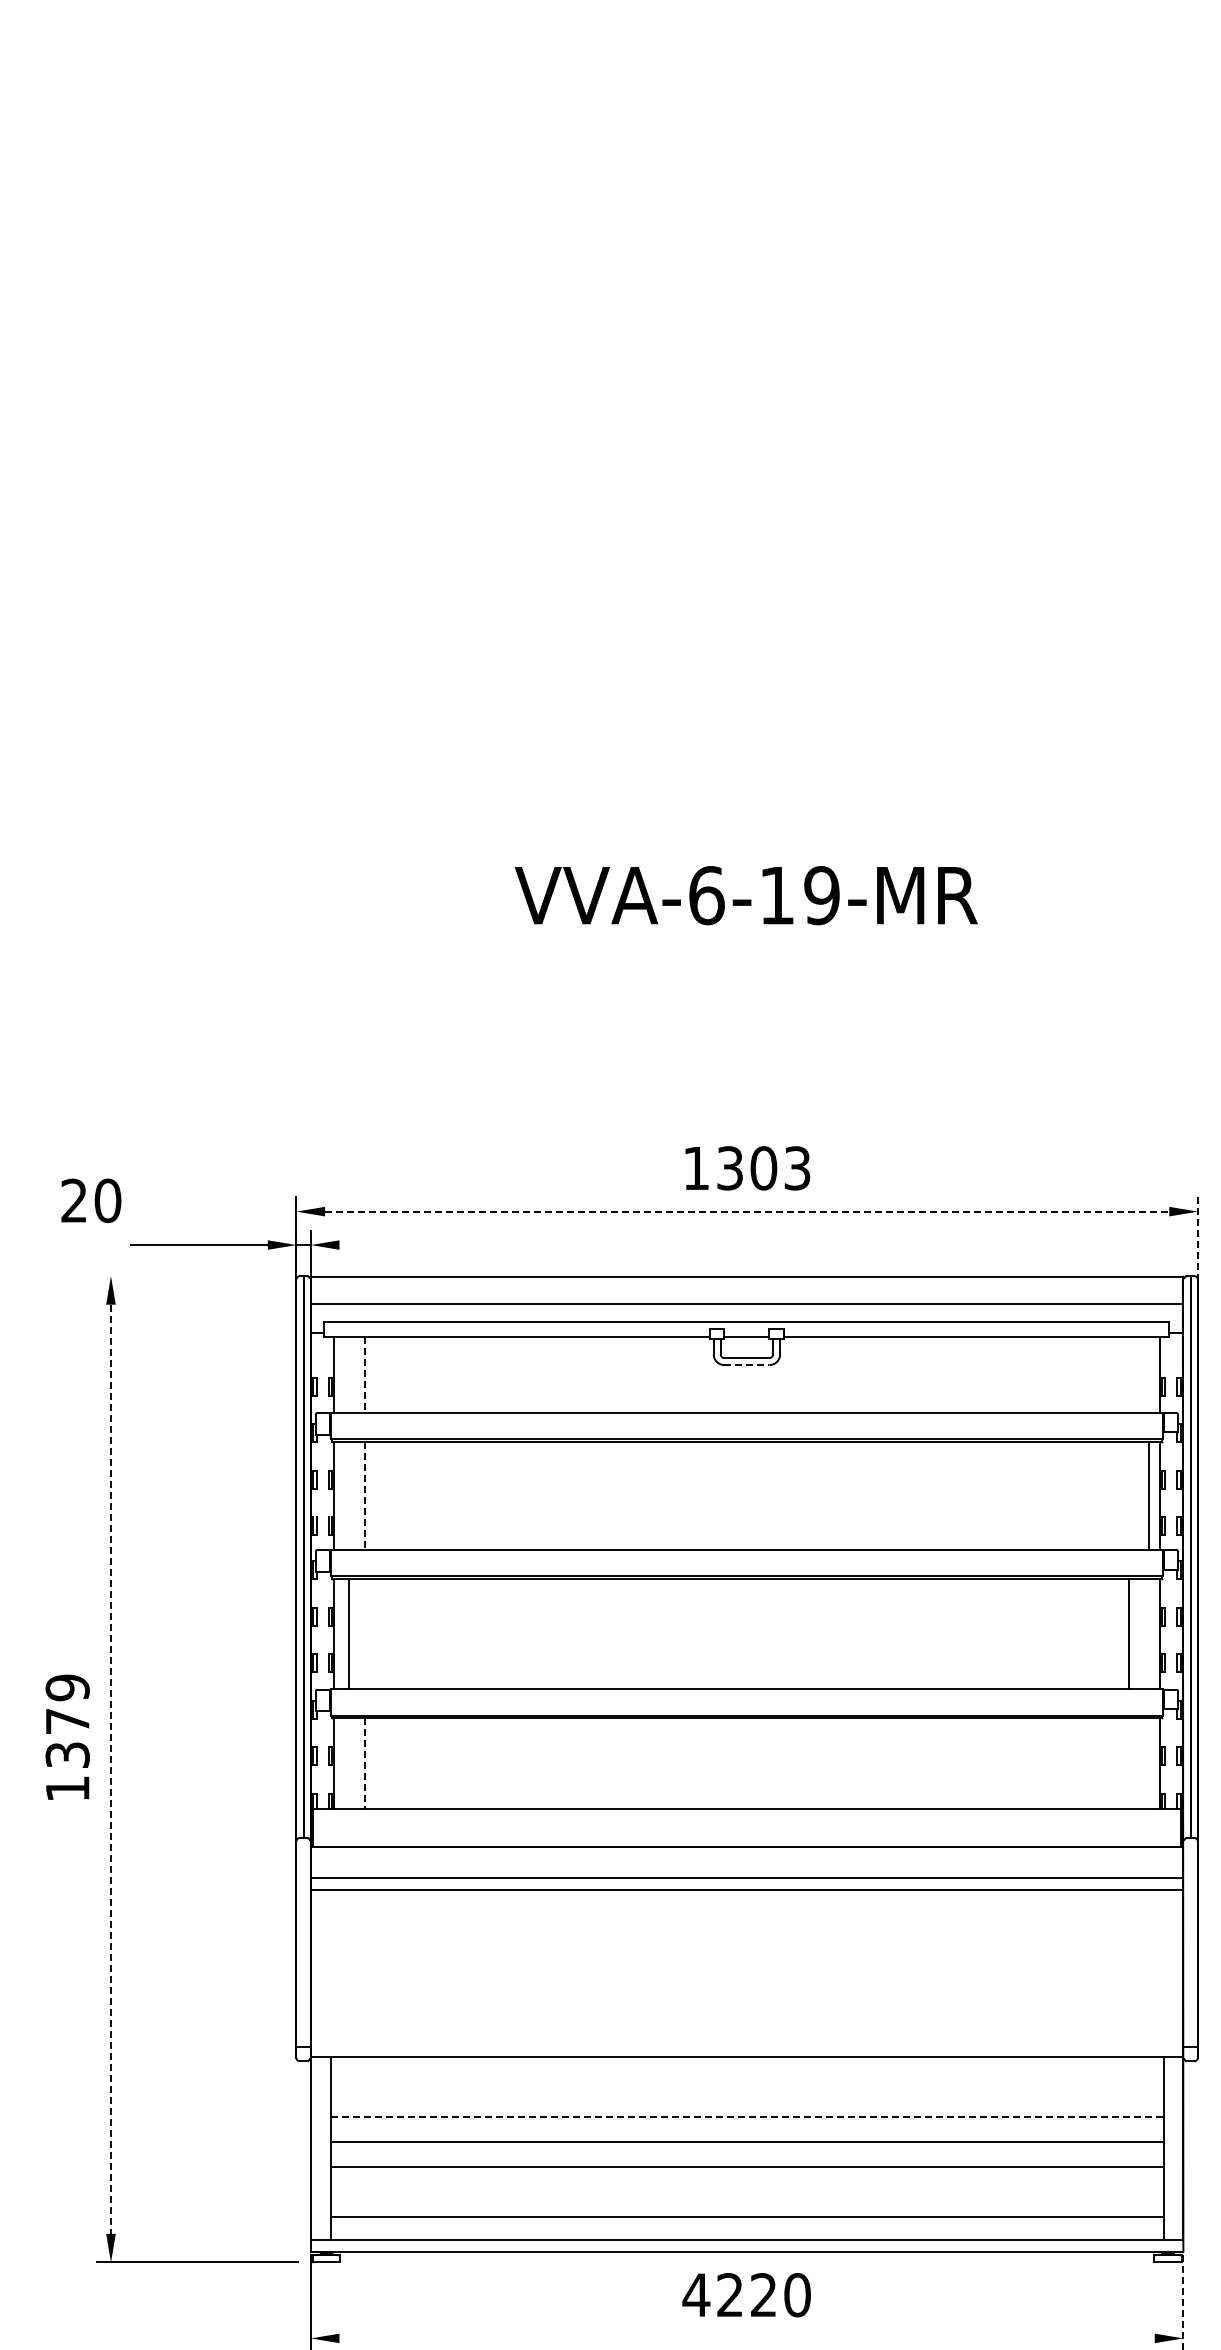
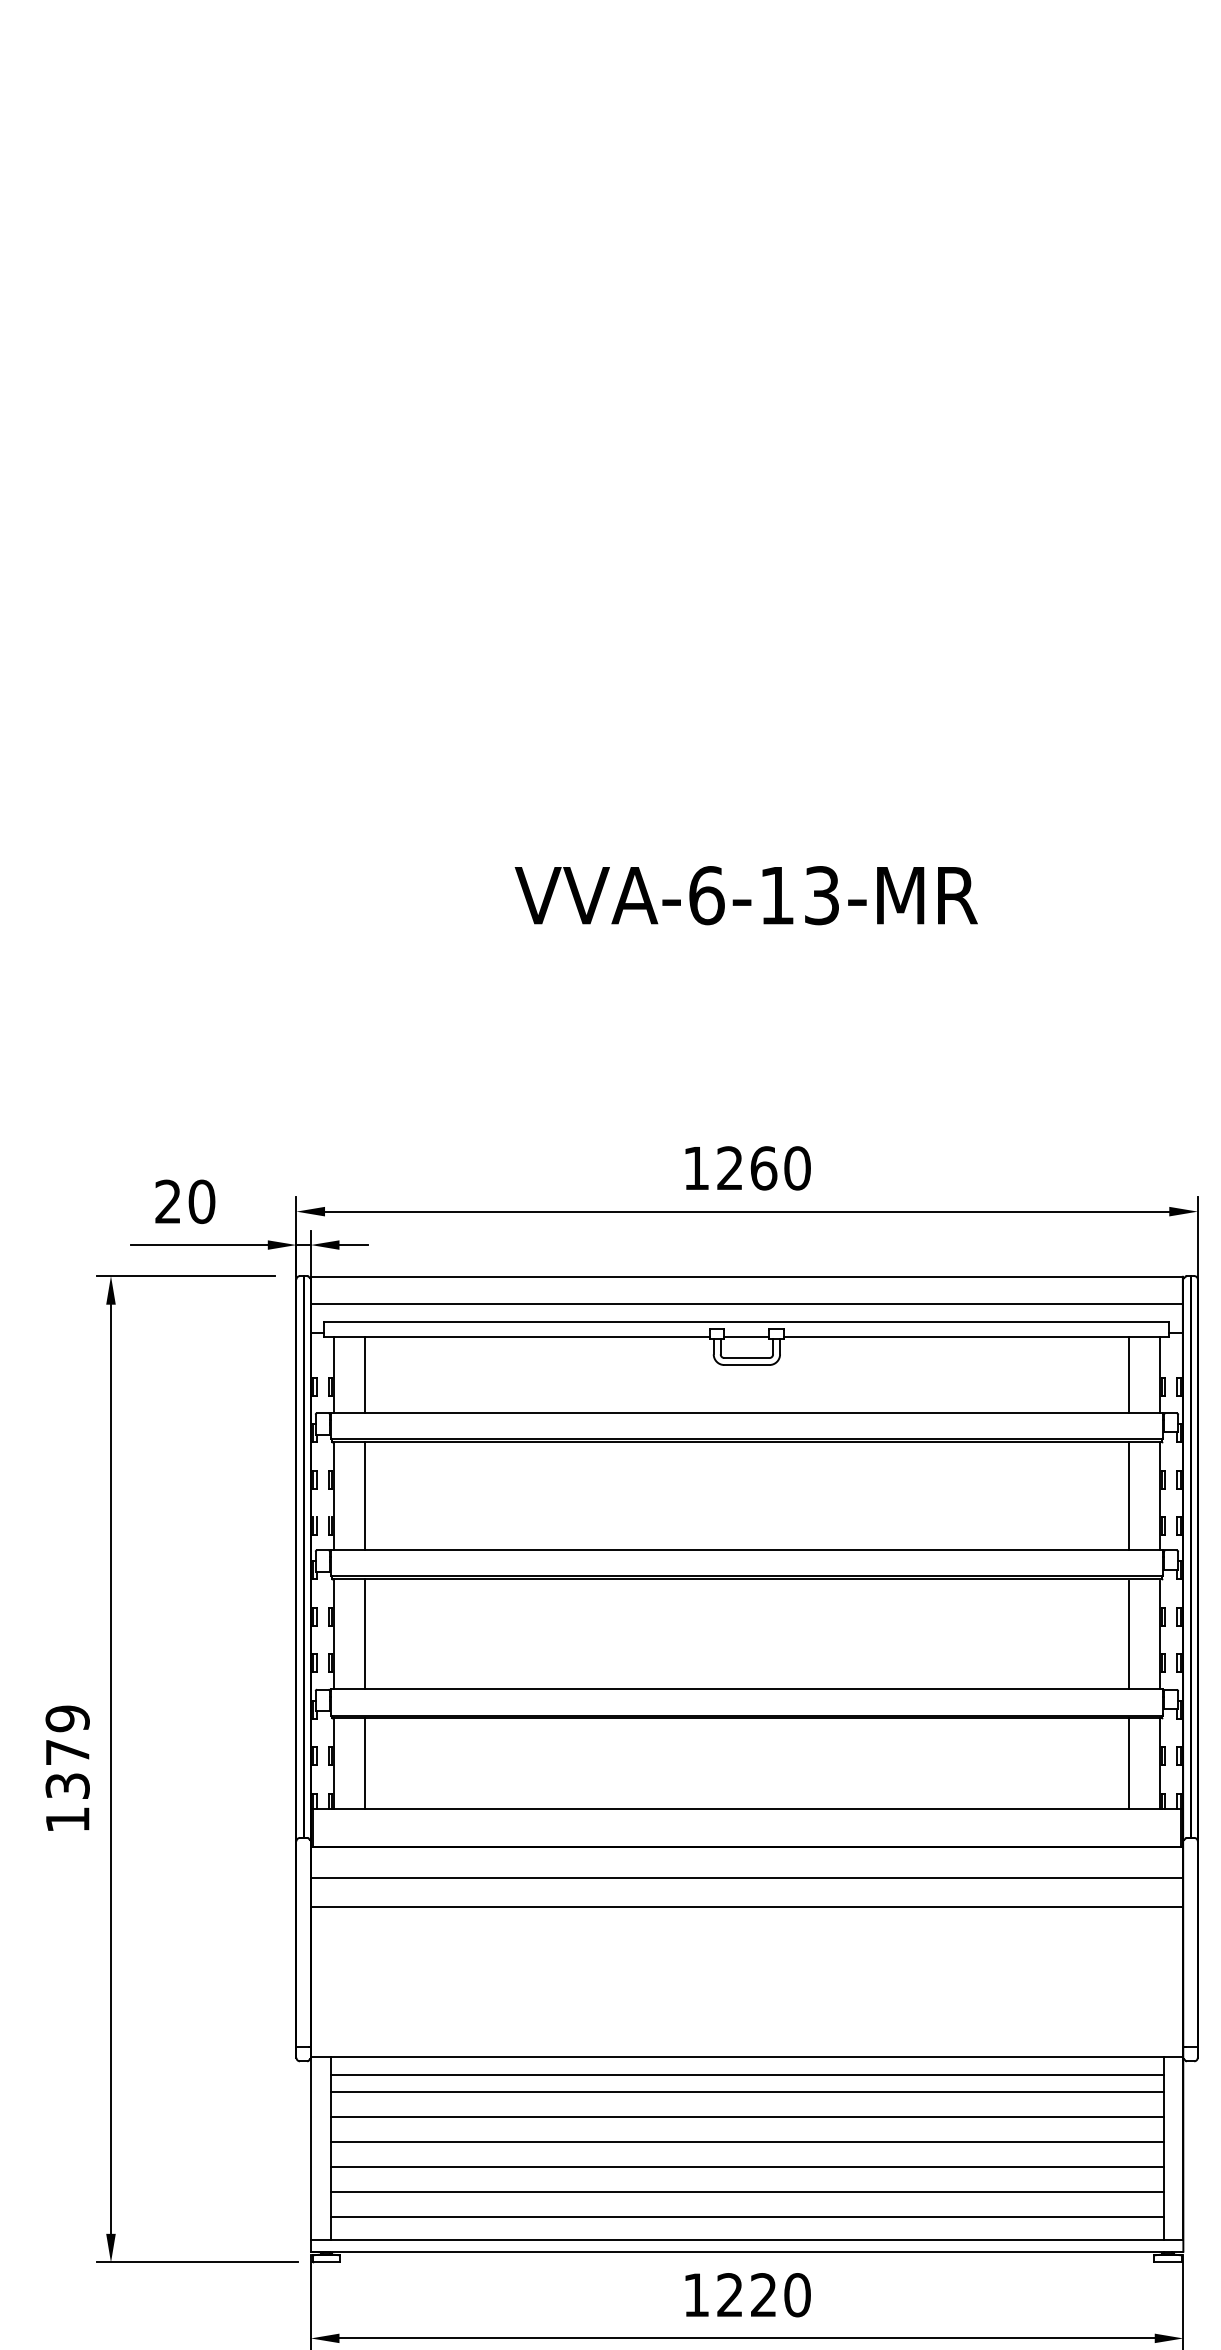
text at (821, 895): VVA-6-19-MR -> VVA-6-13-MR
text at (763, 1168): 1303 -> 1260
text at (91, 1200) position: (91, 1200) -> (185, 1201)
line at (747, 1211): dashed -> solid
line at (1197, 1244): dashed -> solid
line at (353, 1245): none -> present
line at (185, 1276): none -> present
line at (746, 1365): dashed -> solid
line at (1129, 1374): none -> present
line at (364, 1375): dashed -> solid
line at (1149, 1495) position: (1149, 1495) -> (1129, 1495)
line at (364, 1496): dashed -> solid
line at (348, 1633) position: (348, 1633) -> (364, 1633)
text at (67, 1736) position: (67, 1736) -> (67, 1767)
line at (364, 1763): dashed -> solid
line at (1129, 1763): none -> present
line at (111, 1769): dashed -> solid
line at (746, 1890) position: (746, 1890) -> (746, 1907)
line at (746, 2074): none -> present
line at (746, 2091): none -> present
line at (747, 2117): dashed -> solid
line at (746, 2192): none -> present
text at (696, 2294): 4220 -> 1220
line at (1183, 2302): dashed -> solid
line at (746, 2338): none -> present
